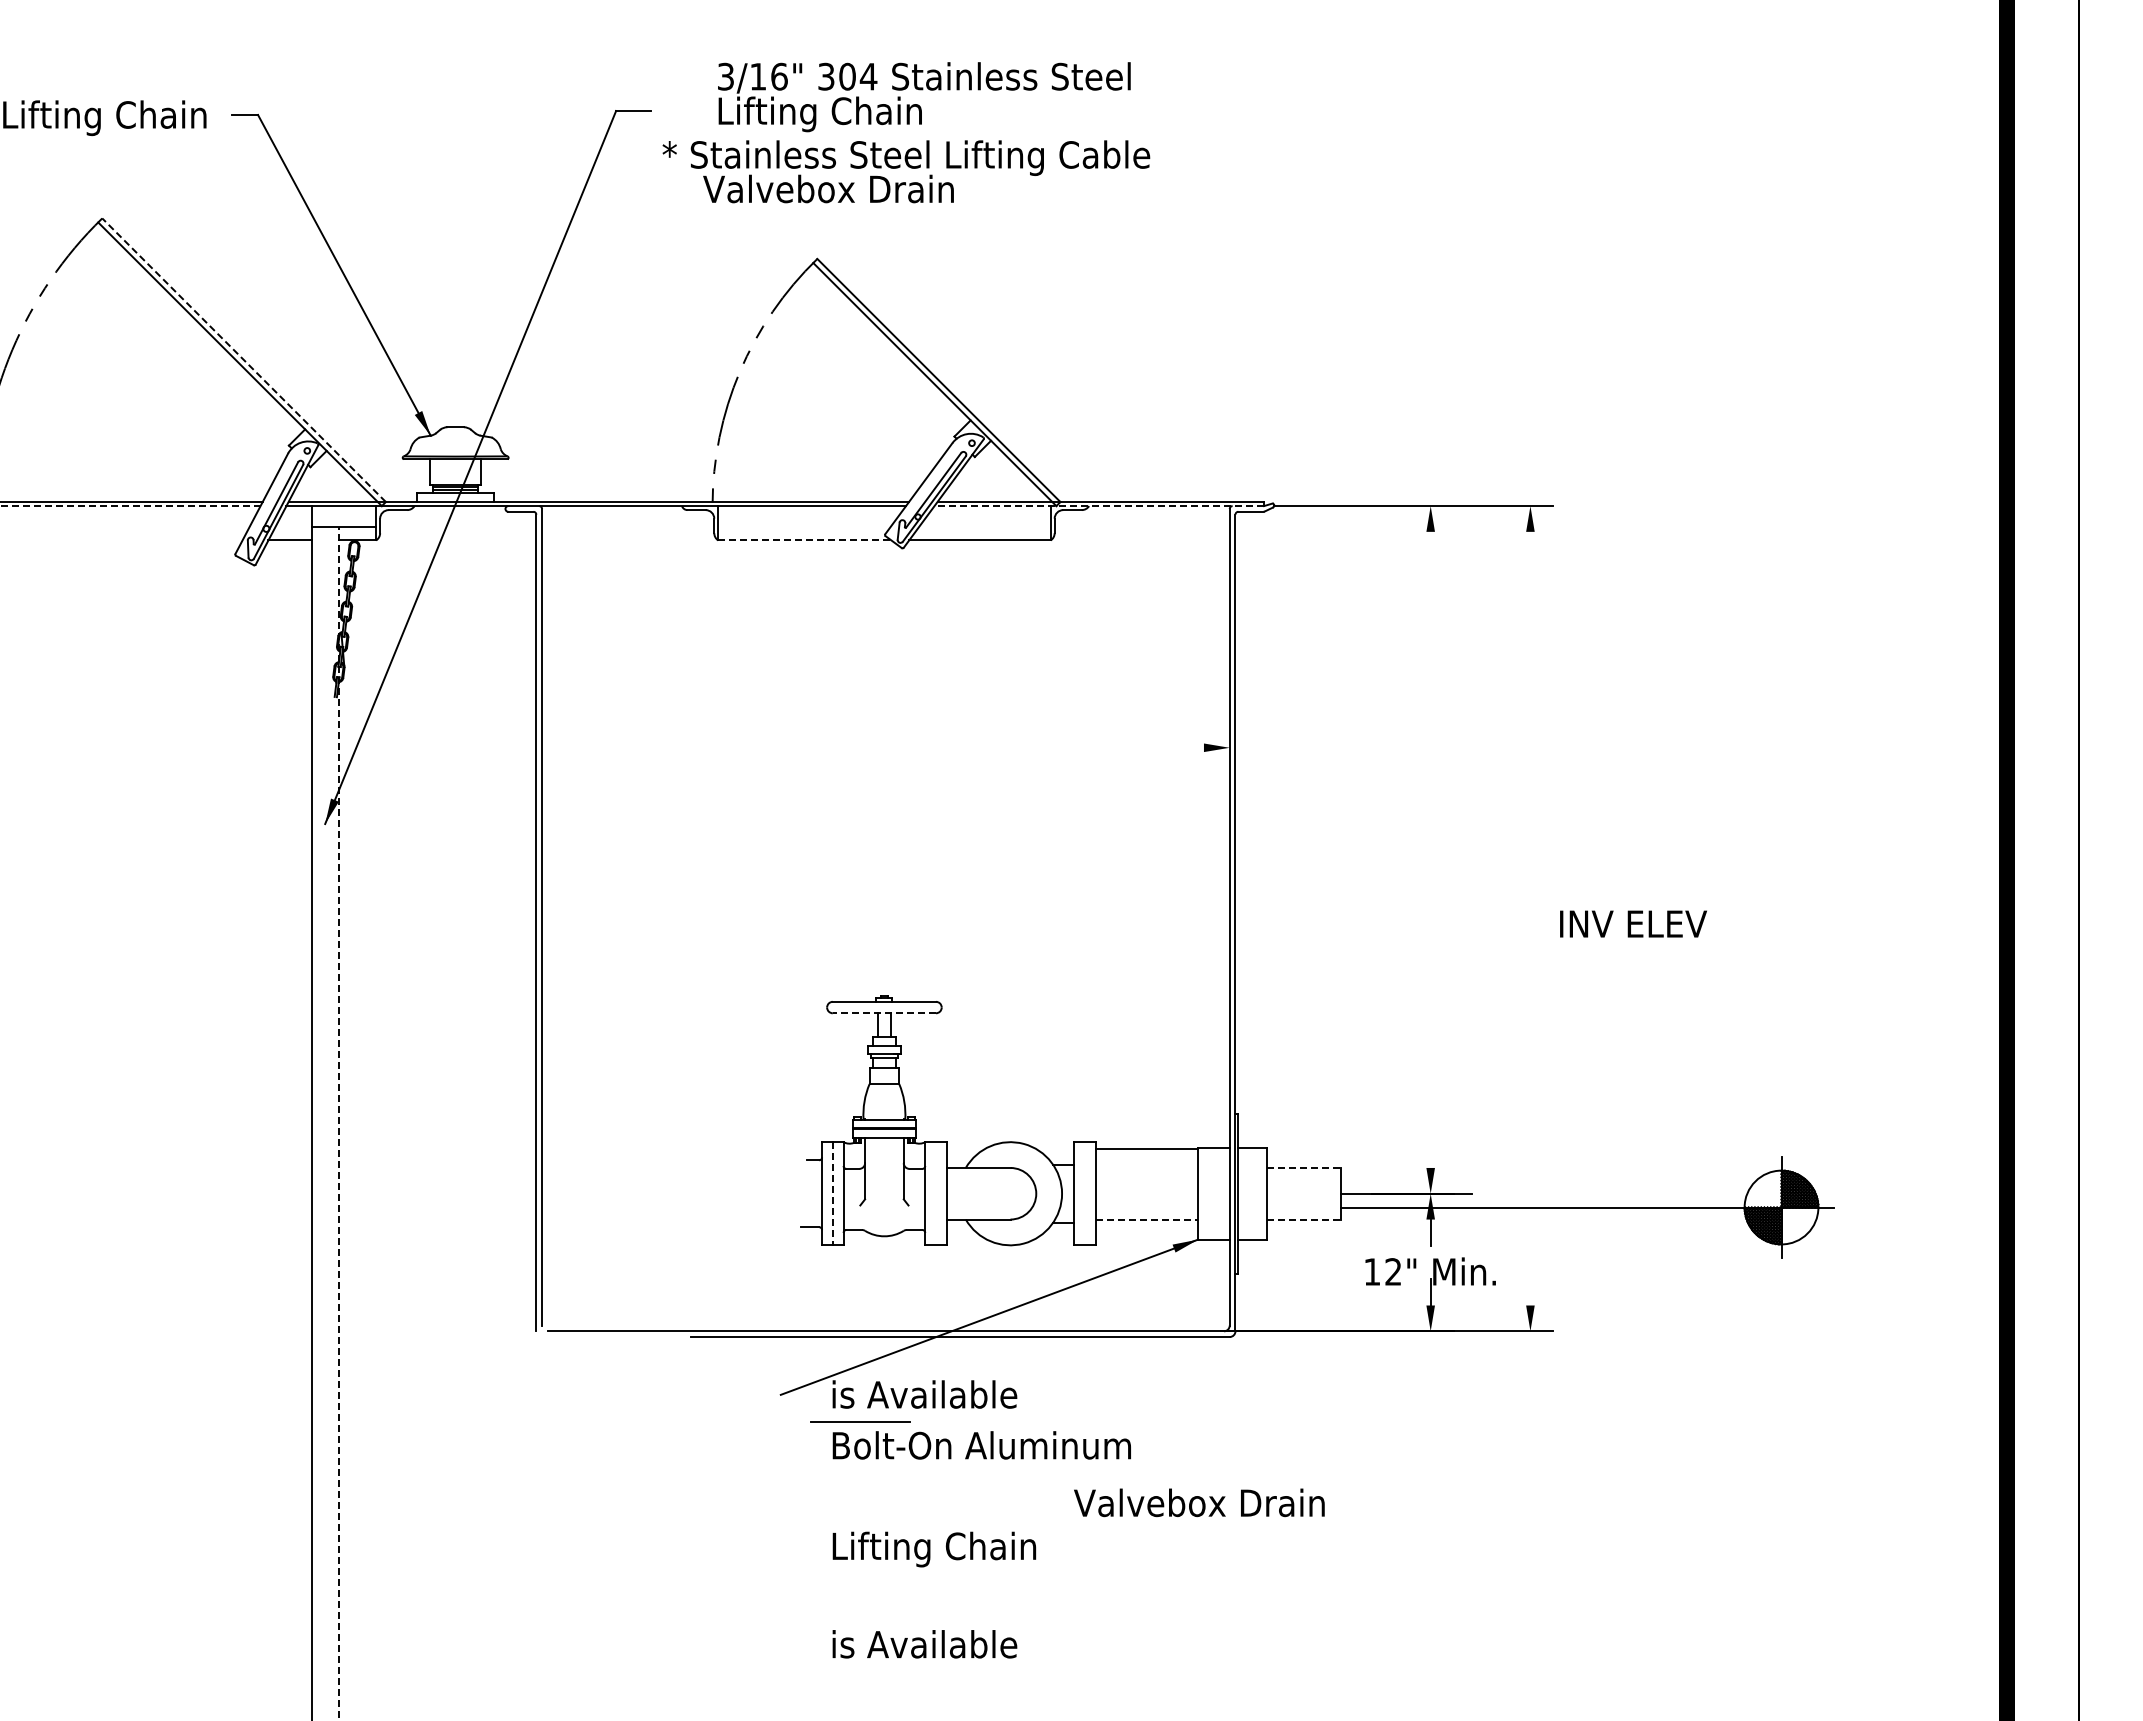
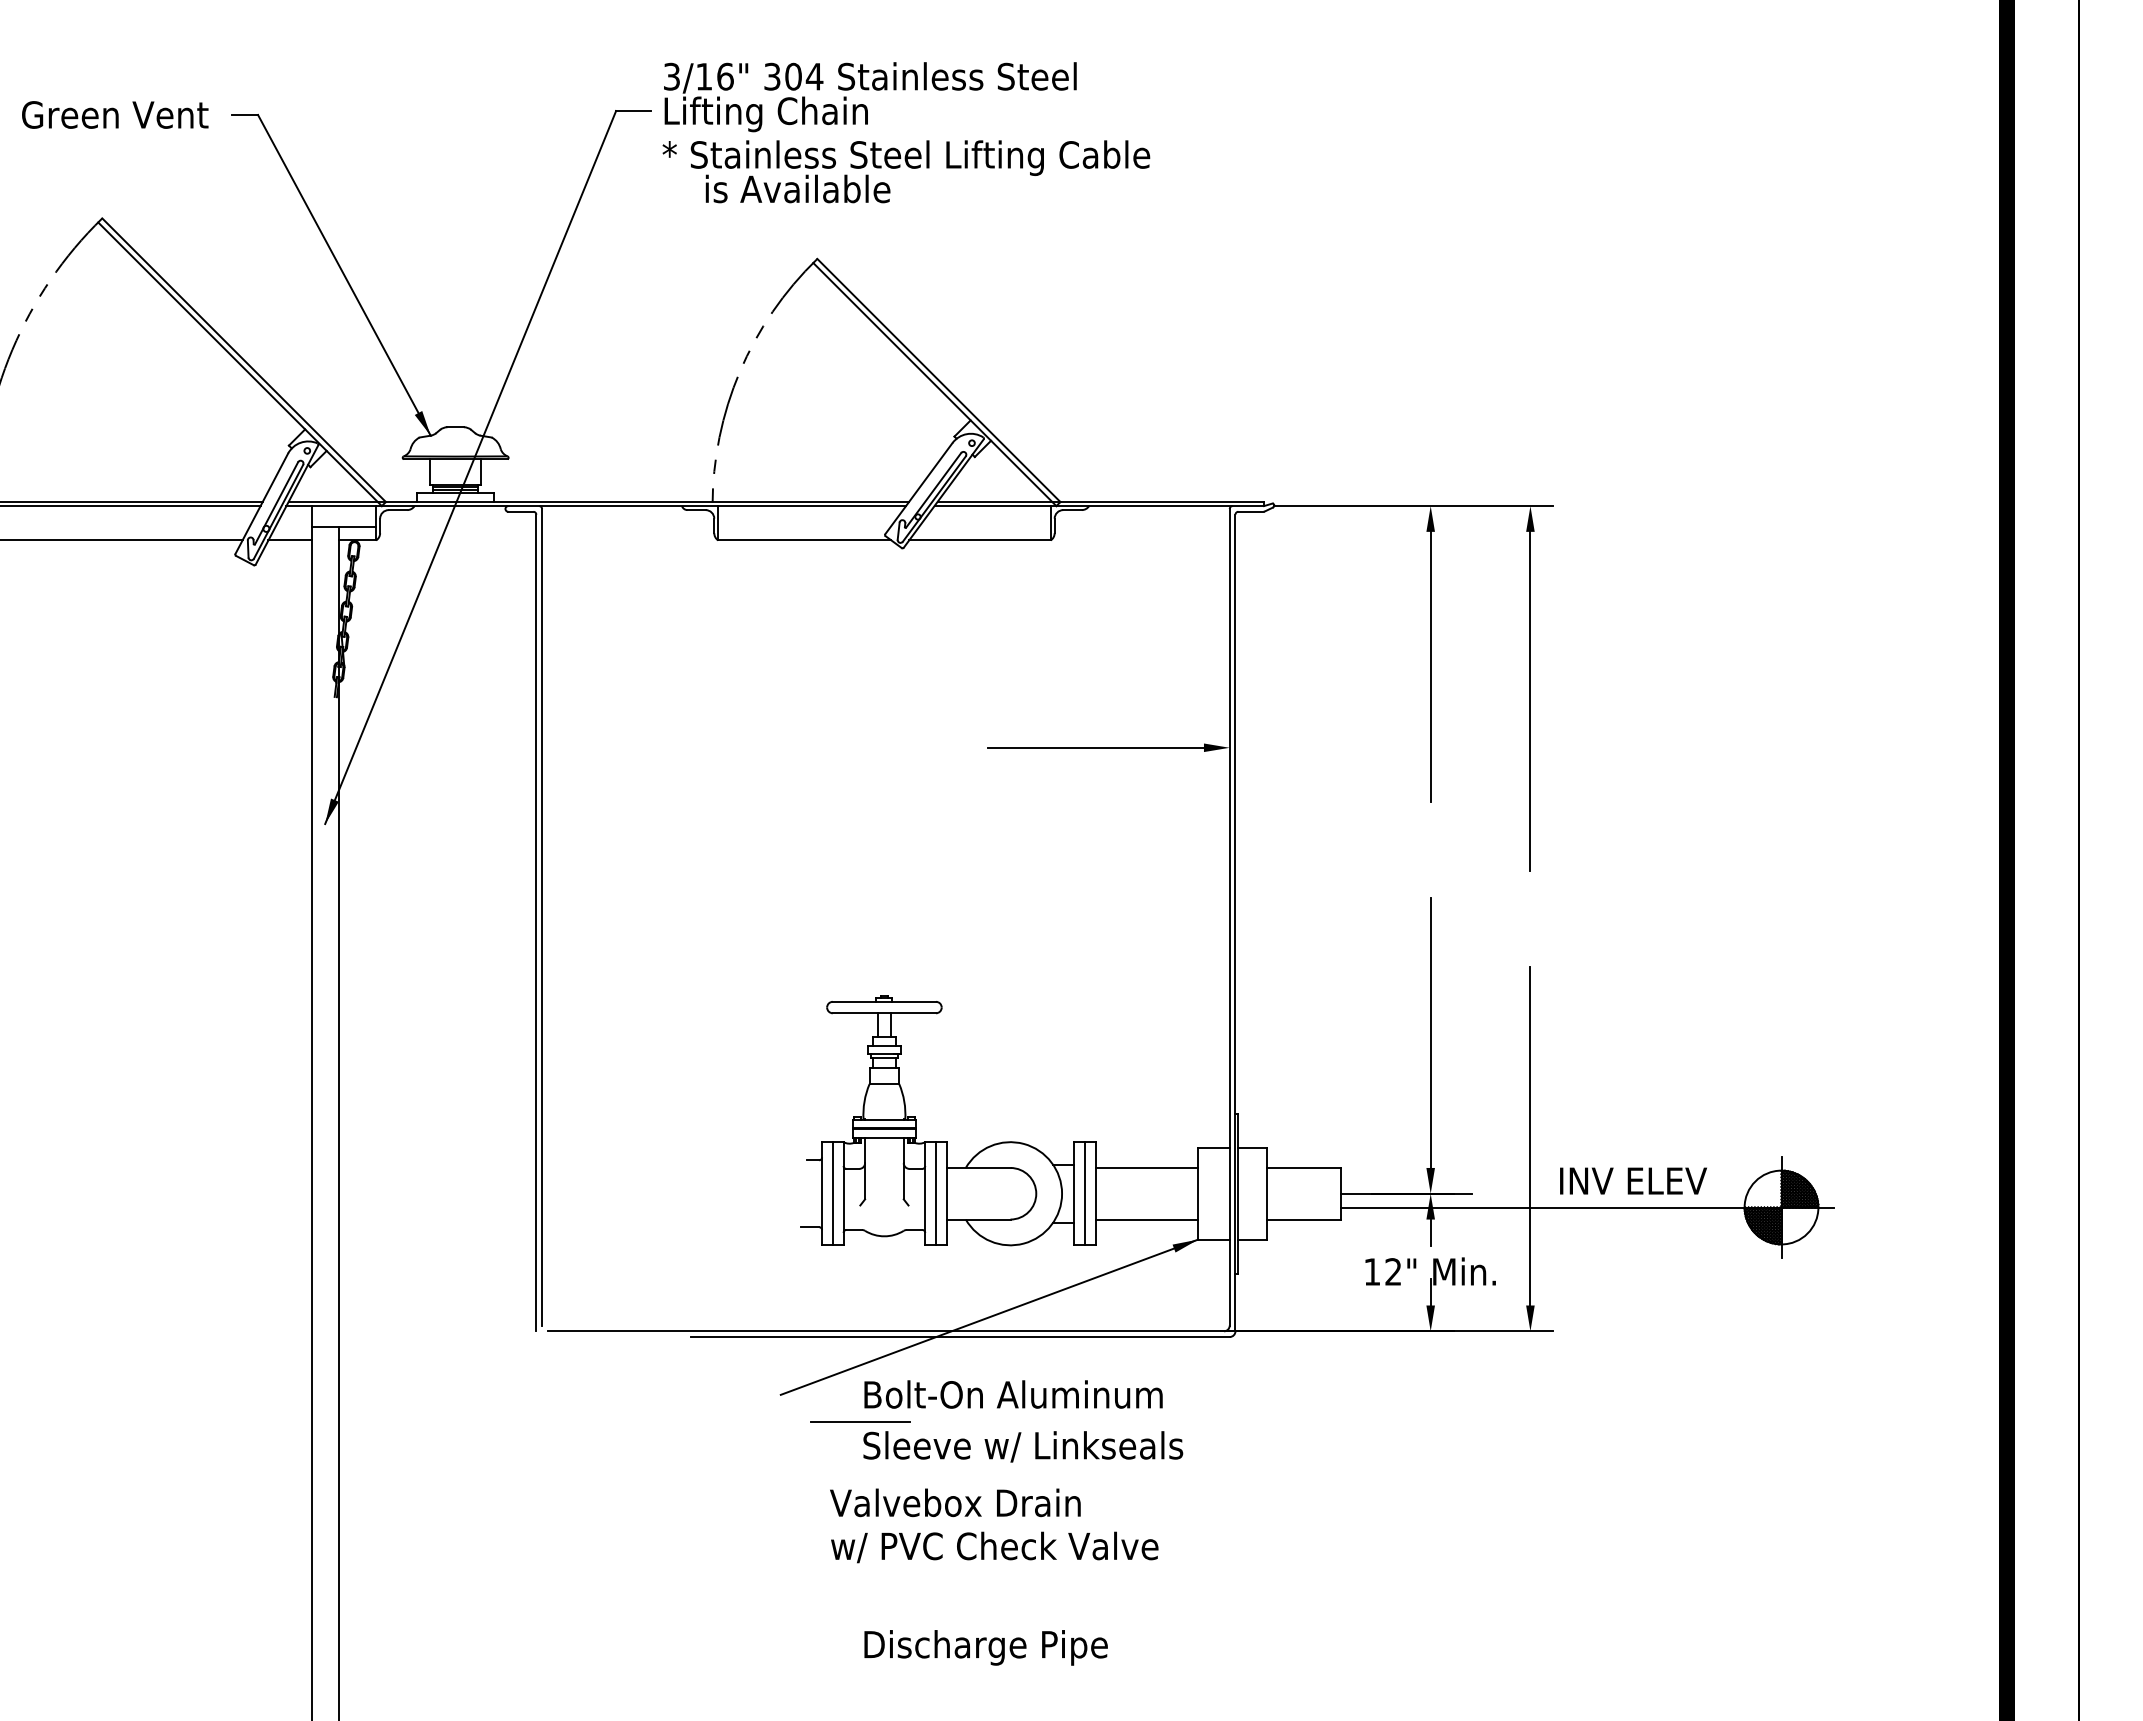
text at (924, 97) position: (924, 97) -> (870, 97)
text at (105, 118): Lifting Chain -> Green Vent
text at (828, 188): Valvebox Drain -> is Available
line at (244, 360): dashed -> solid
line at (130, 506): dashed -> solid
line at (1099, 506): dashed -> solid
line at (122, 540): none -> present
line at (804, 540): dashed -> solid
line at (1430, 666): none -> present
line at (1530, 700): none -> present
line at (1095, 747): none -> present
text at (1633, 923) position: (1633, 923) -> (1633, 1180)
line at (884, 1013): dashed -> solid
line at (1430, 1032): none -> present
line at (339, 1124): dashed -> solid
line at (1530, 1135): none -> present
line at (1147, 1148) position: (1147, 1148) -> (1147, 1167)
line at (1304, 1167): dashed -> solid
line at (832, 1193): dashed -> solid
line at (936, 1193): none -> present
line at (1084, 1193): none -> present
line at (1147, 1219): dashed -> solid
line at (1304, 1219): dashed -> solid
text at (997, 1394): is Available -> Bolt-On Aluminum
text at (1007, 1446): Bolt-On Aluminum -> Sleeve w/ Linkseals
text at (1199, 1502) position: (1199, 1502) -> (955, 1502)
text at (994, 1549): Lifting Chain -> w/ PVC Check Valve
text at (969, 1647): is Available -> Discharge Pipe
